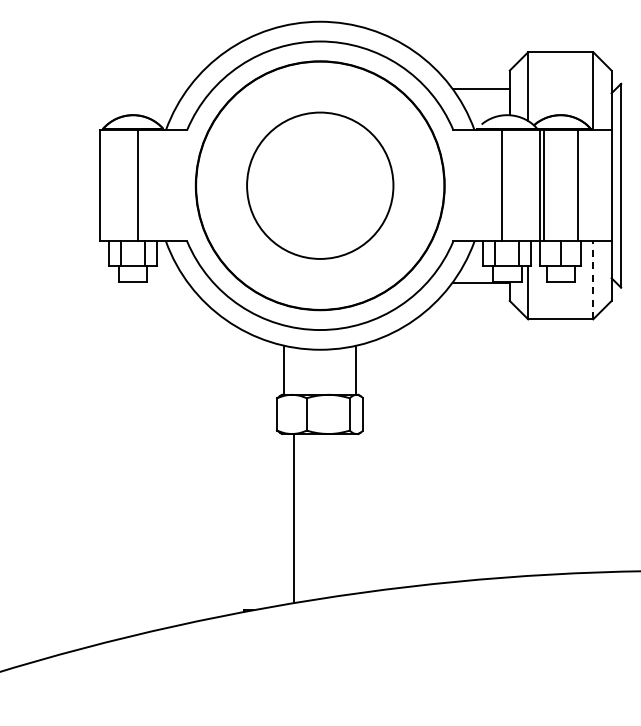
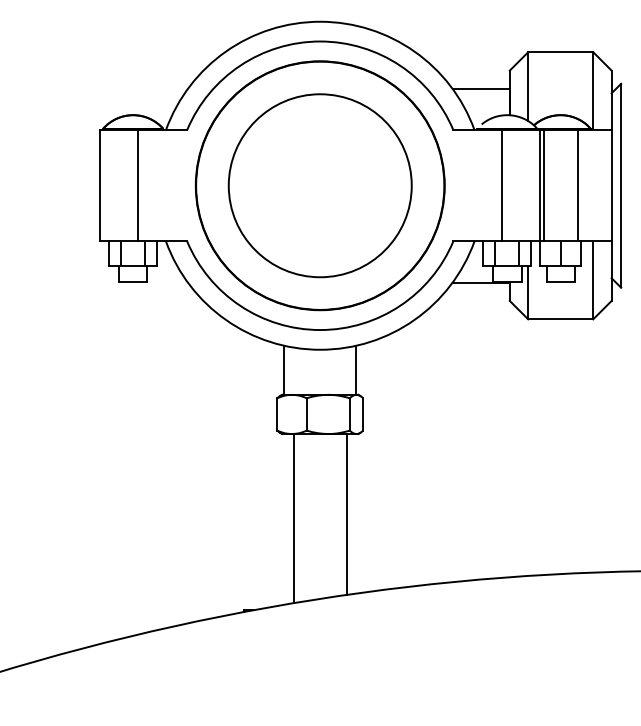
circle at (320, 185) diameter: 146 px -> 183 px
line at (593, 280): dashed -> solid
line at (346, 514): none -> present
